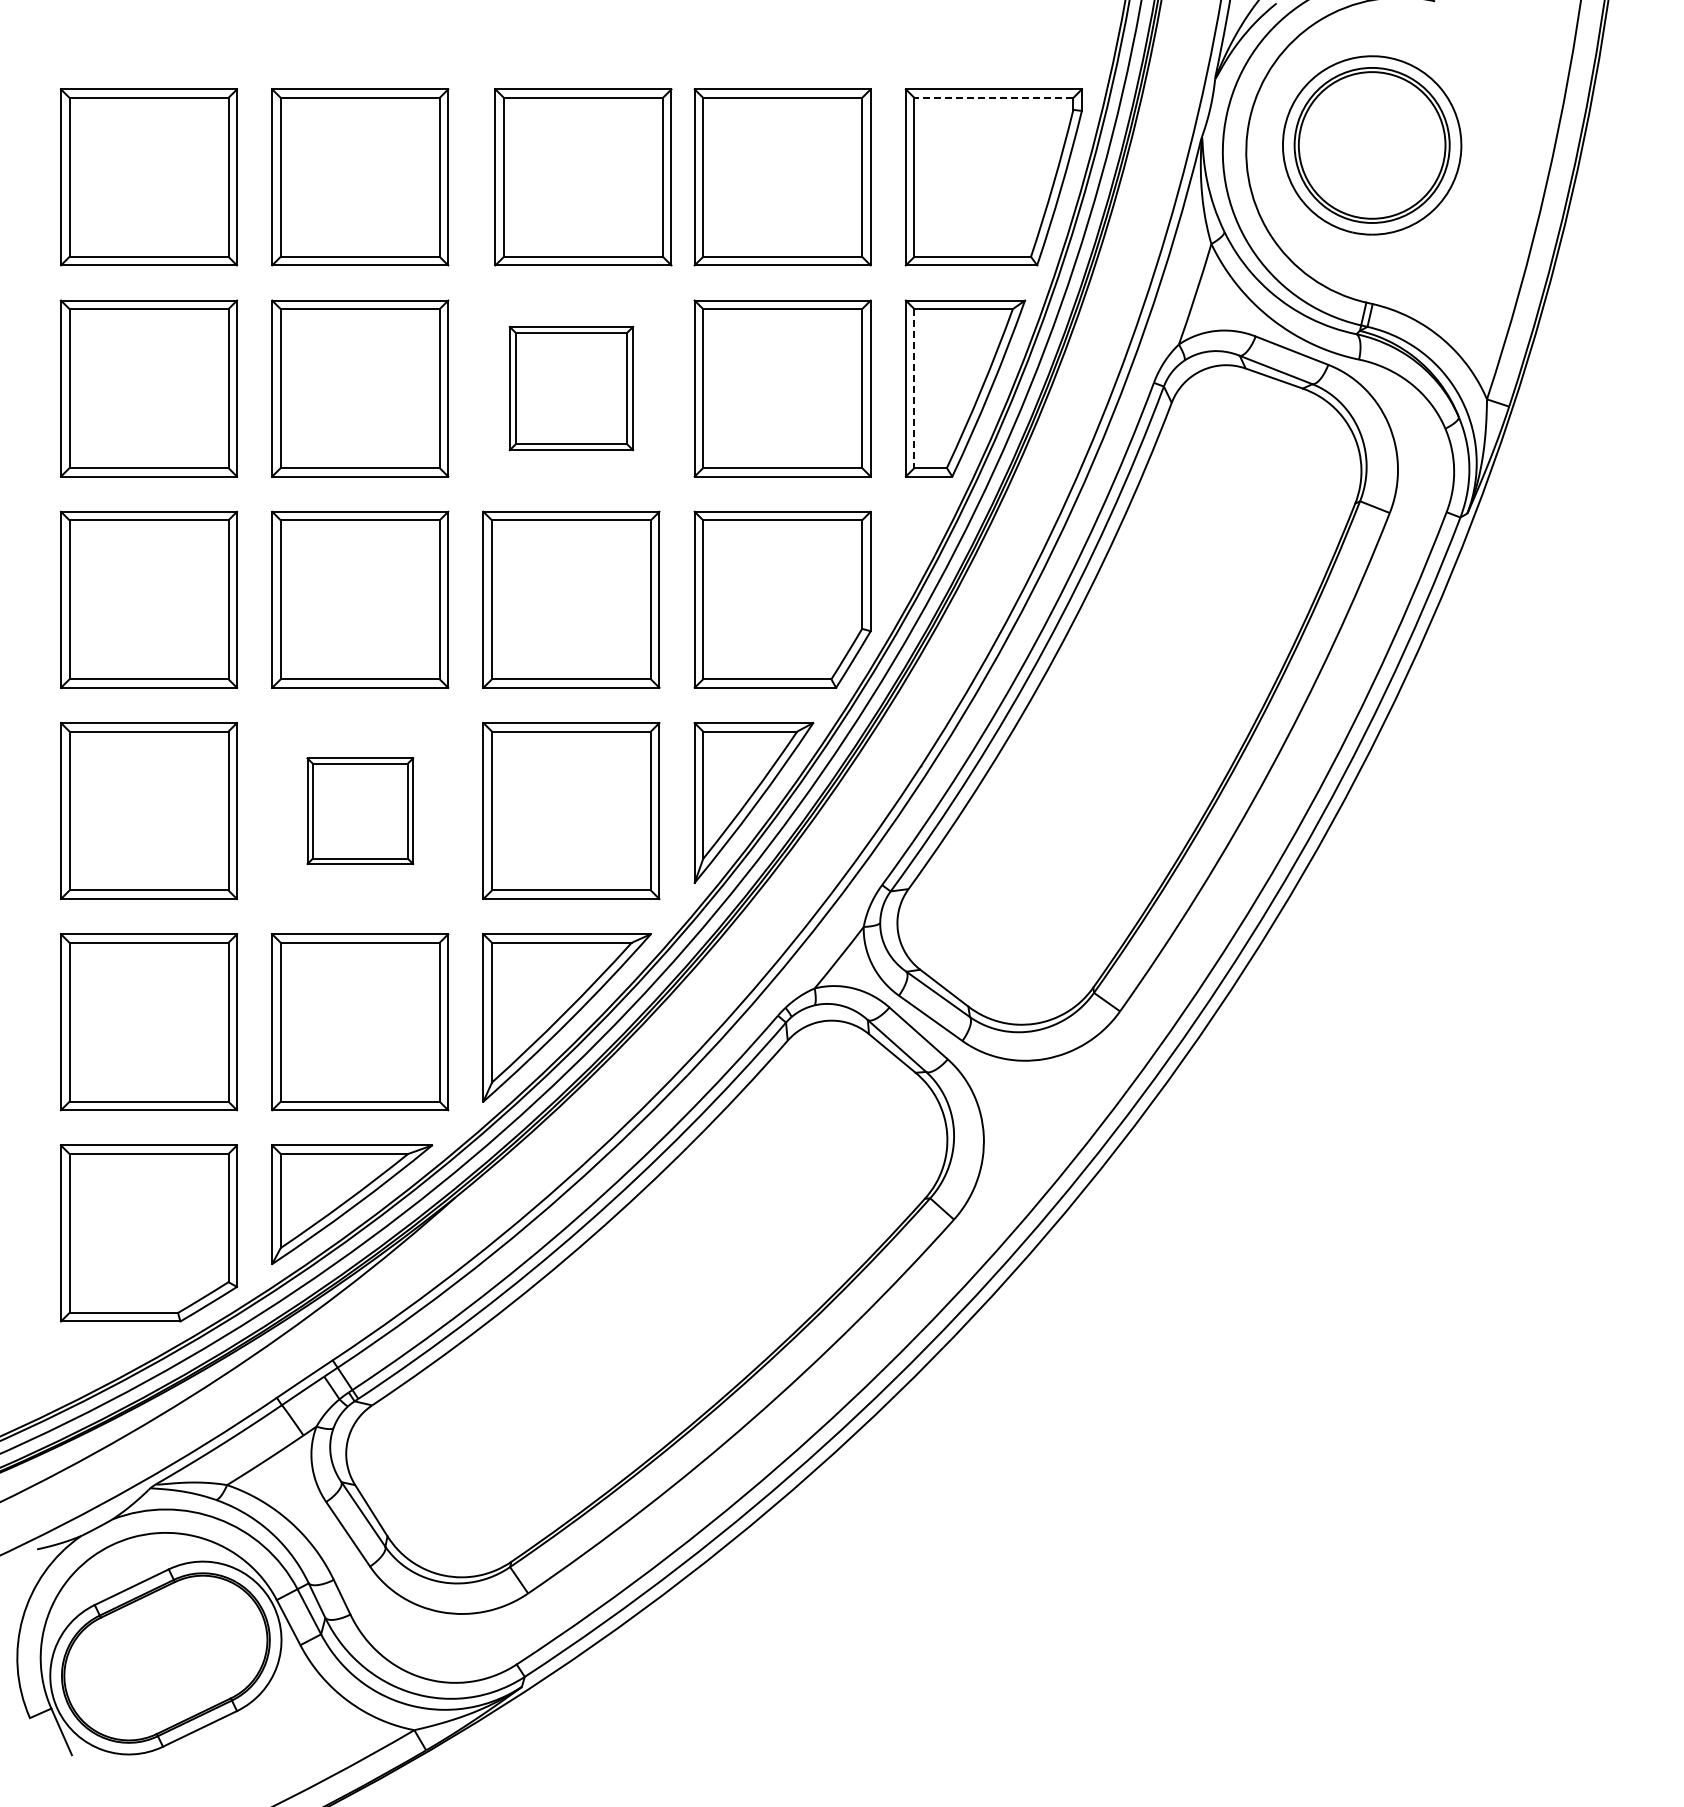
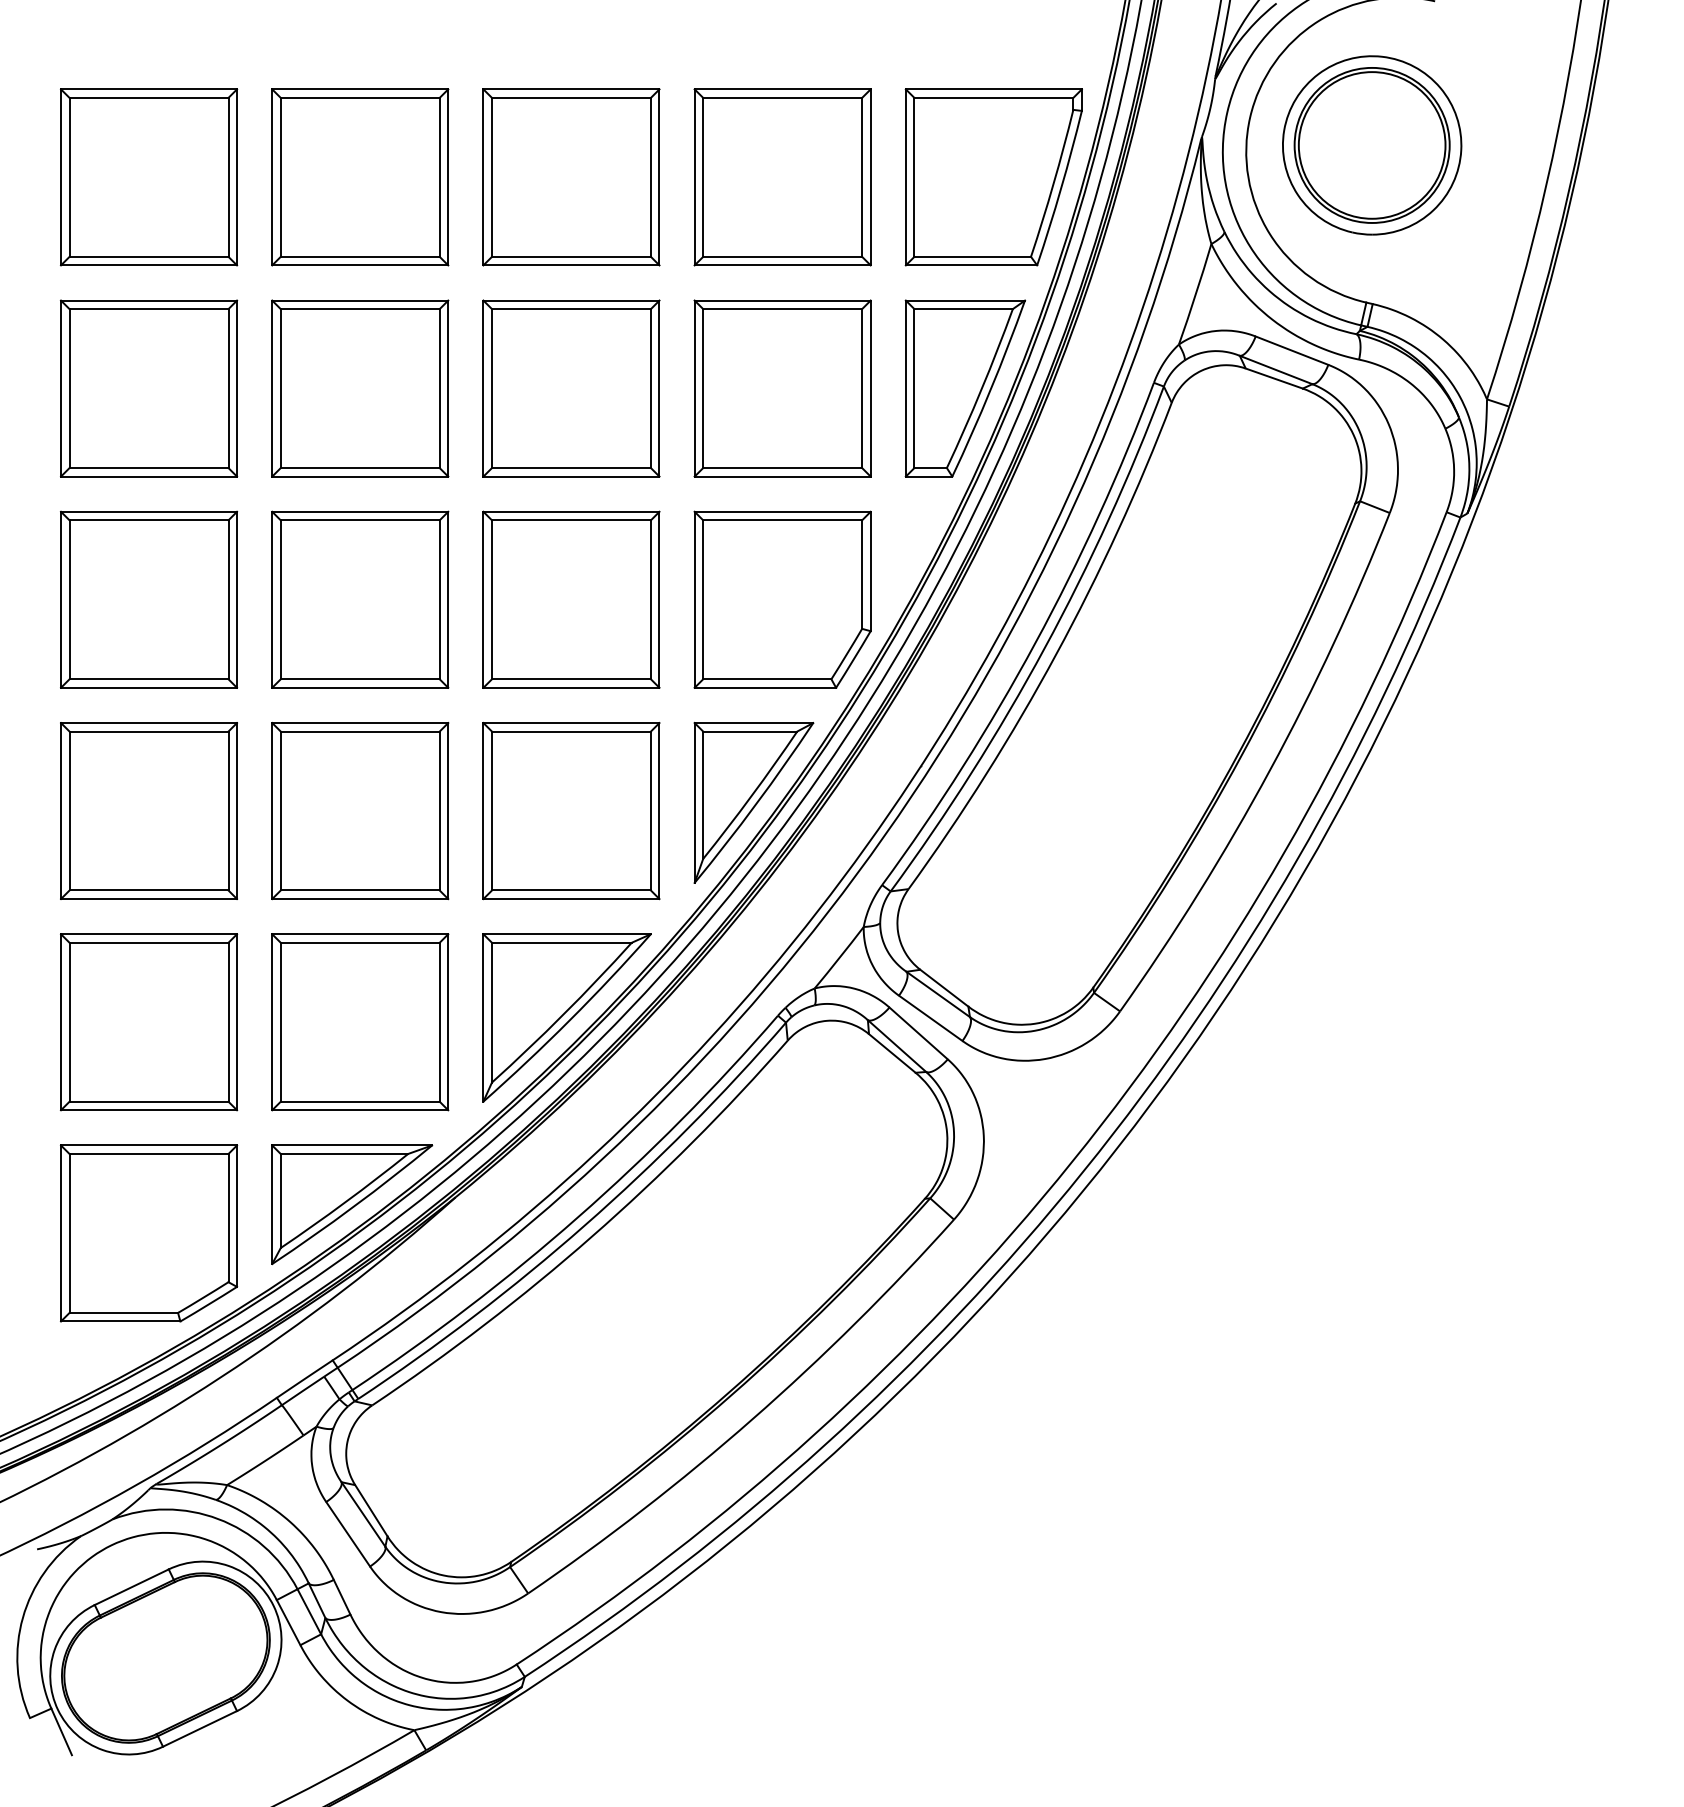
line at (993, 97): dashed -> solid
part at (583, 177) position: (583, 177) -> (571, 177)
part at (571, 388) size: 127x127 px -> 179x179 px
line at (914, 389): dashed -> solid
part at (360, 811) size: 109x109 px -> 179x179 px
